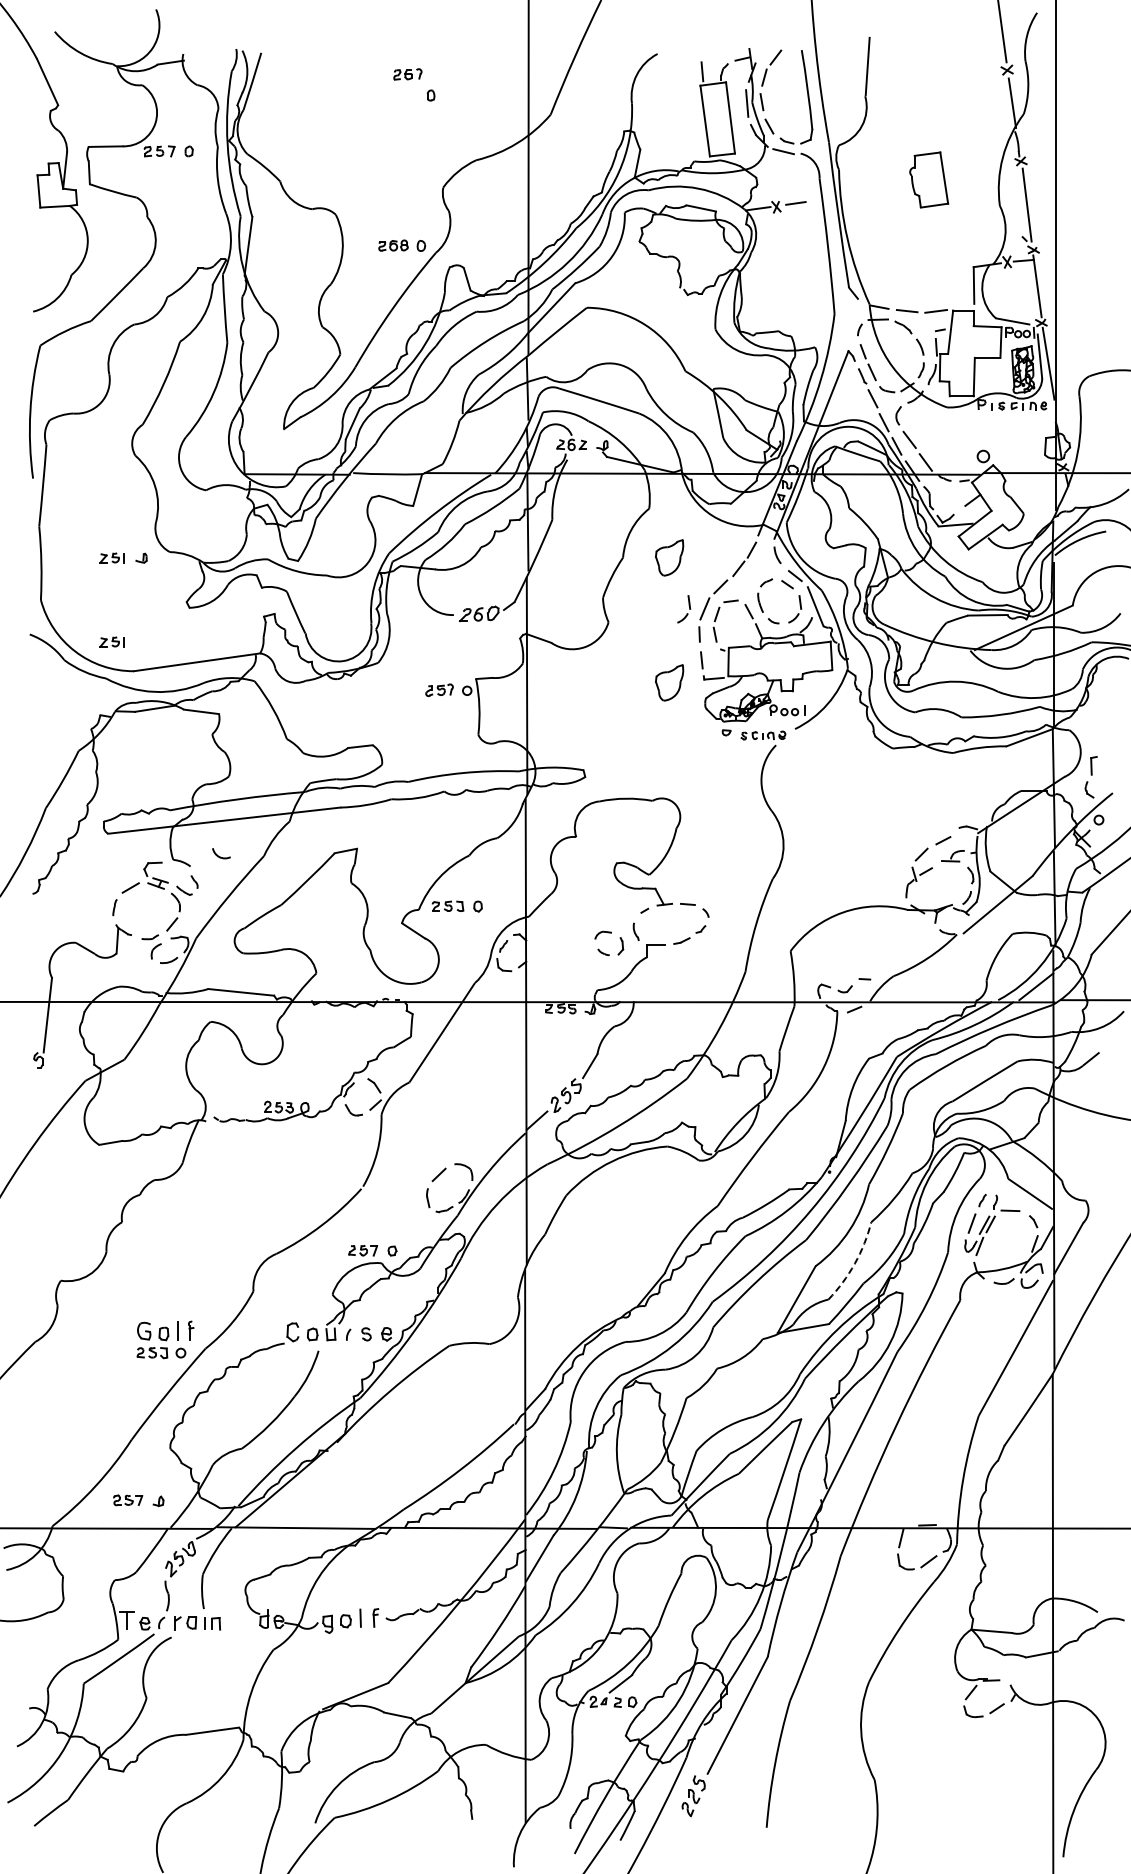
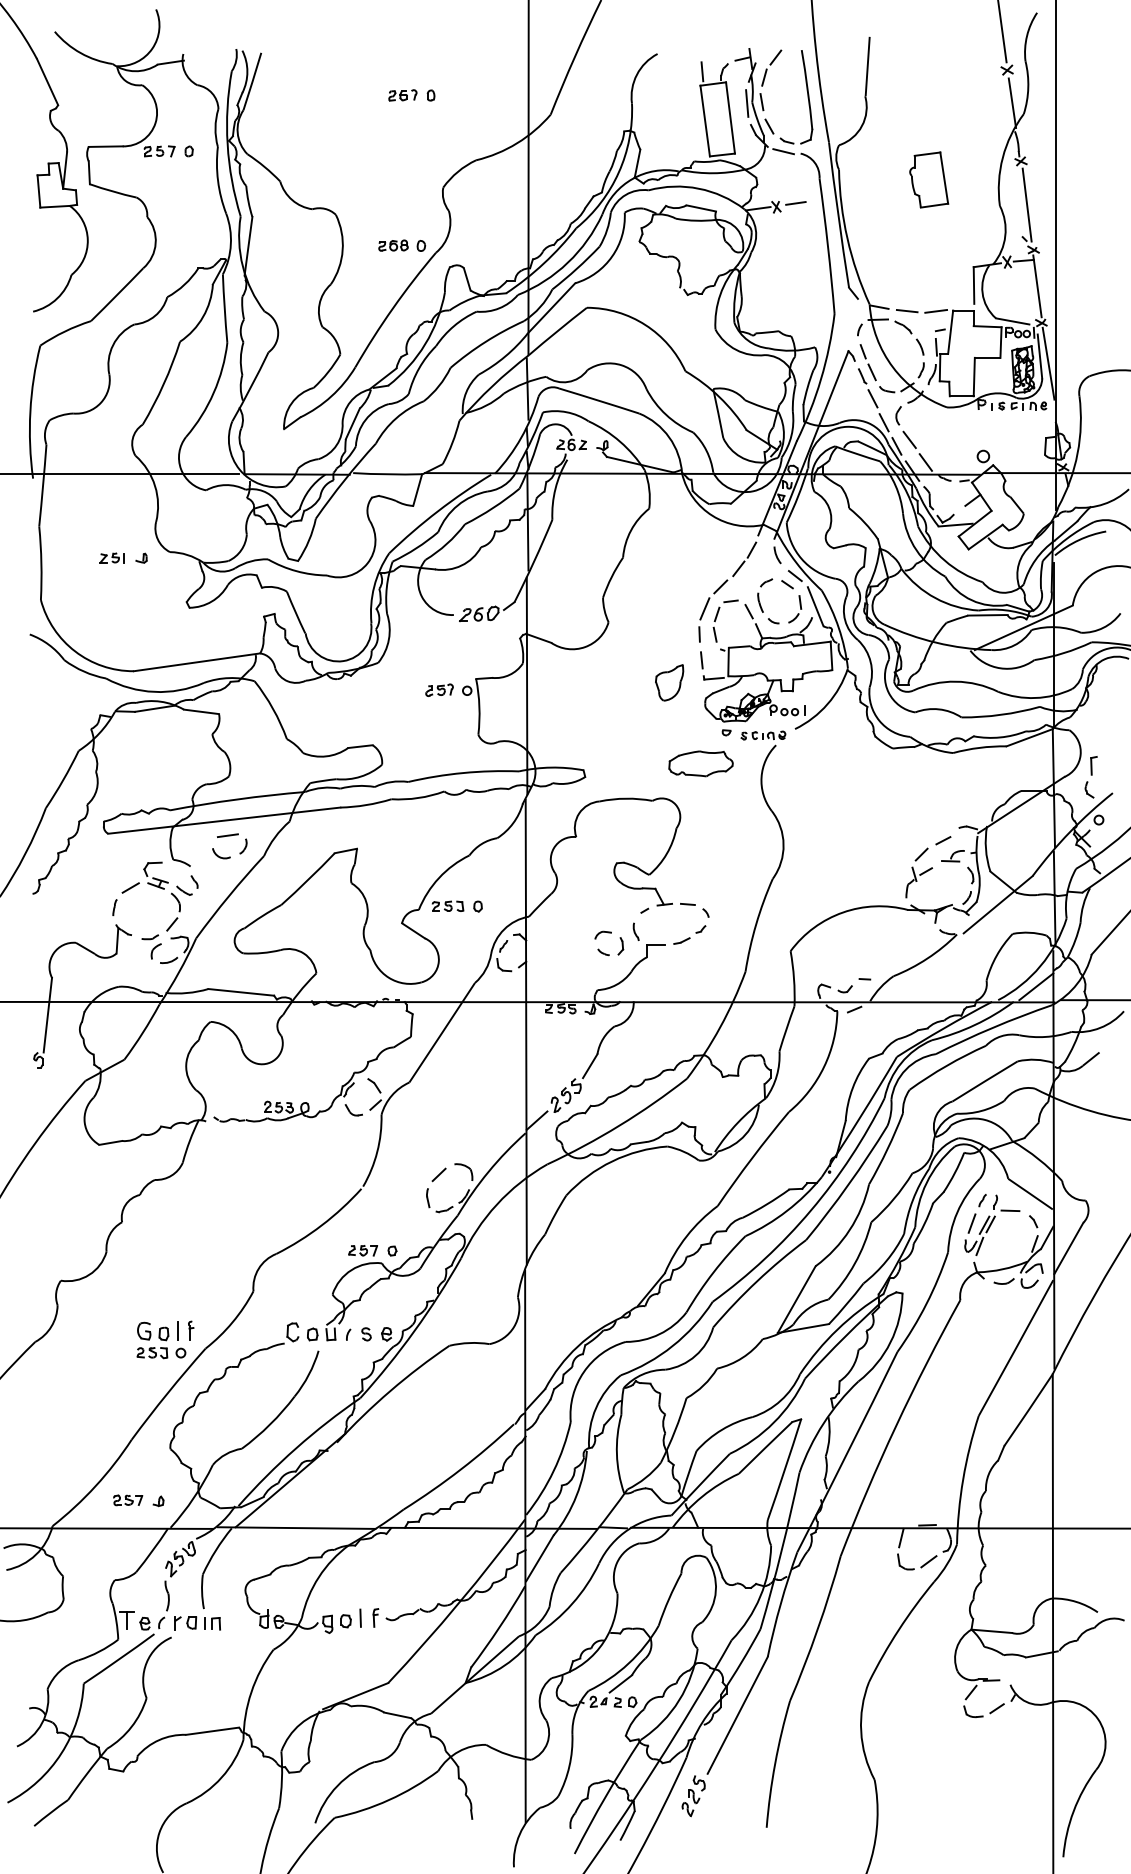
part at (407, 74) position: (407, 74) -> (402, 95)
line at (120, 473): none -> present
part at (669, 557): present -> none
part at (684, 609): present -> none
part at (111, 641): present -> none
part at (700, 763): none -> present
part at (231, 836): none -> present
arc at (854, 1263): dashed -> solid
